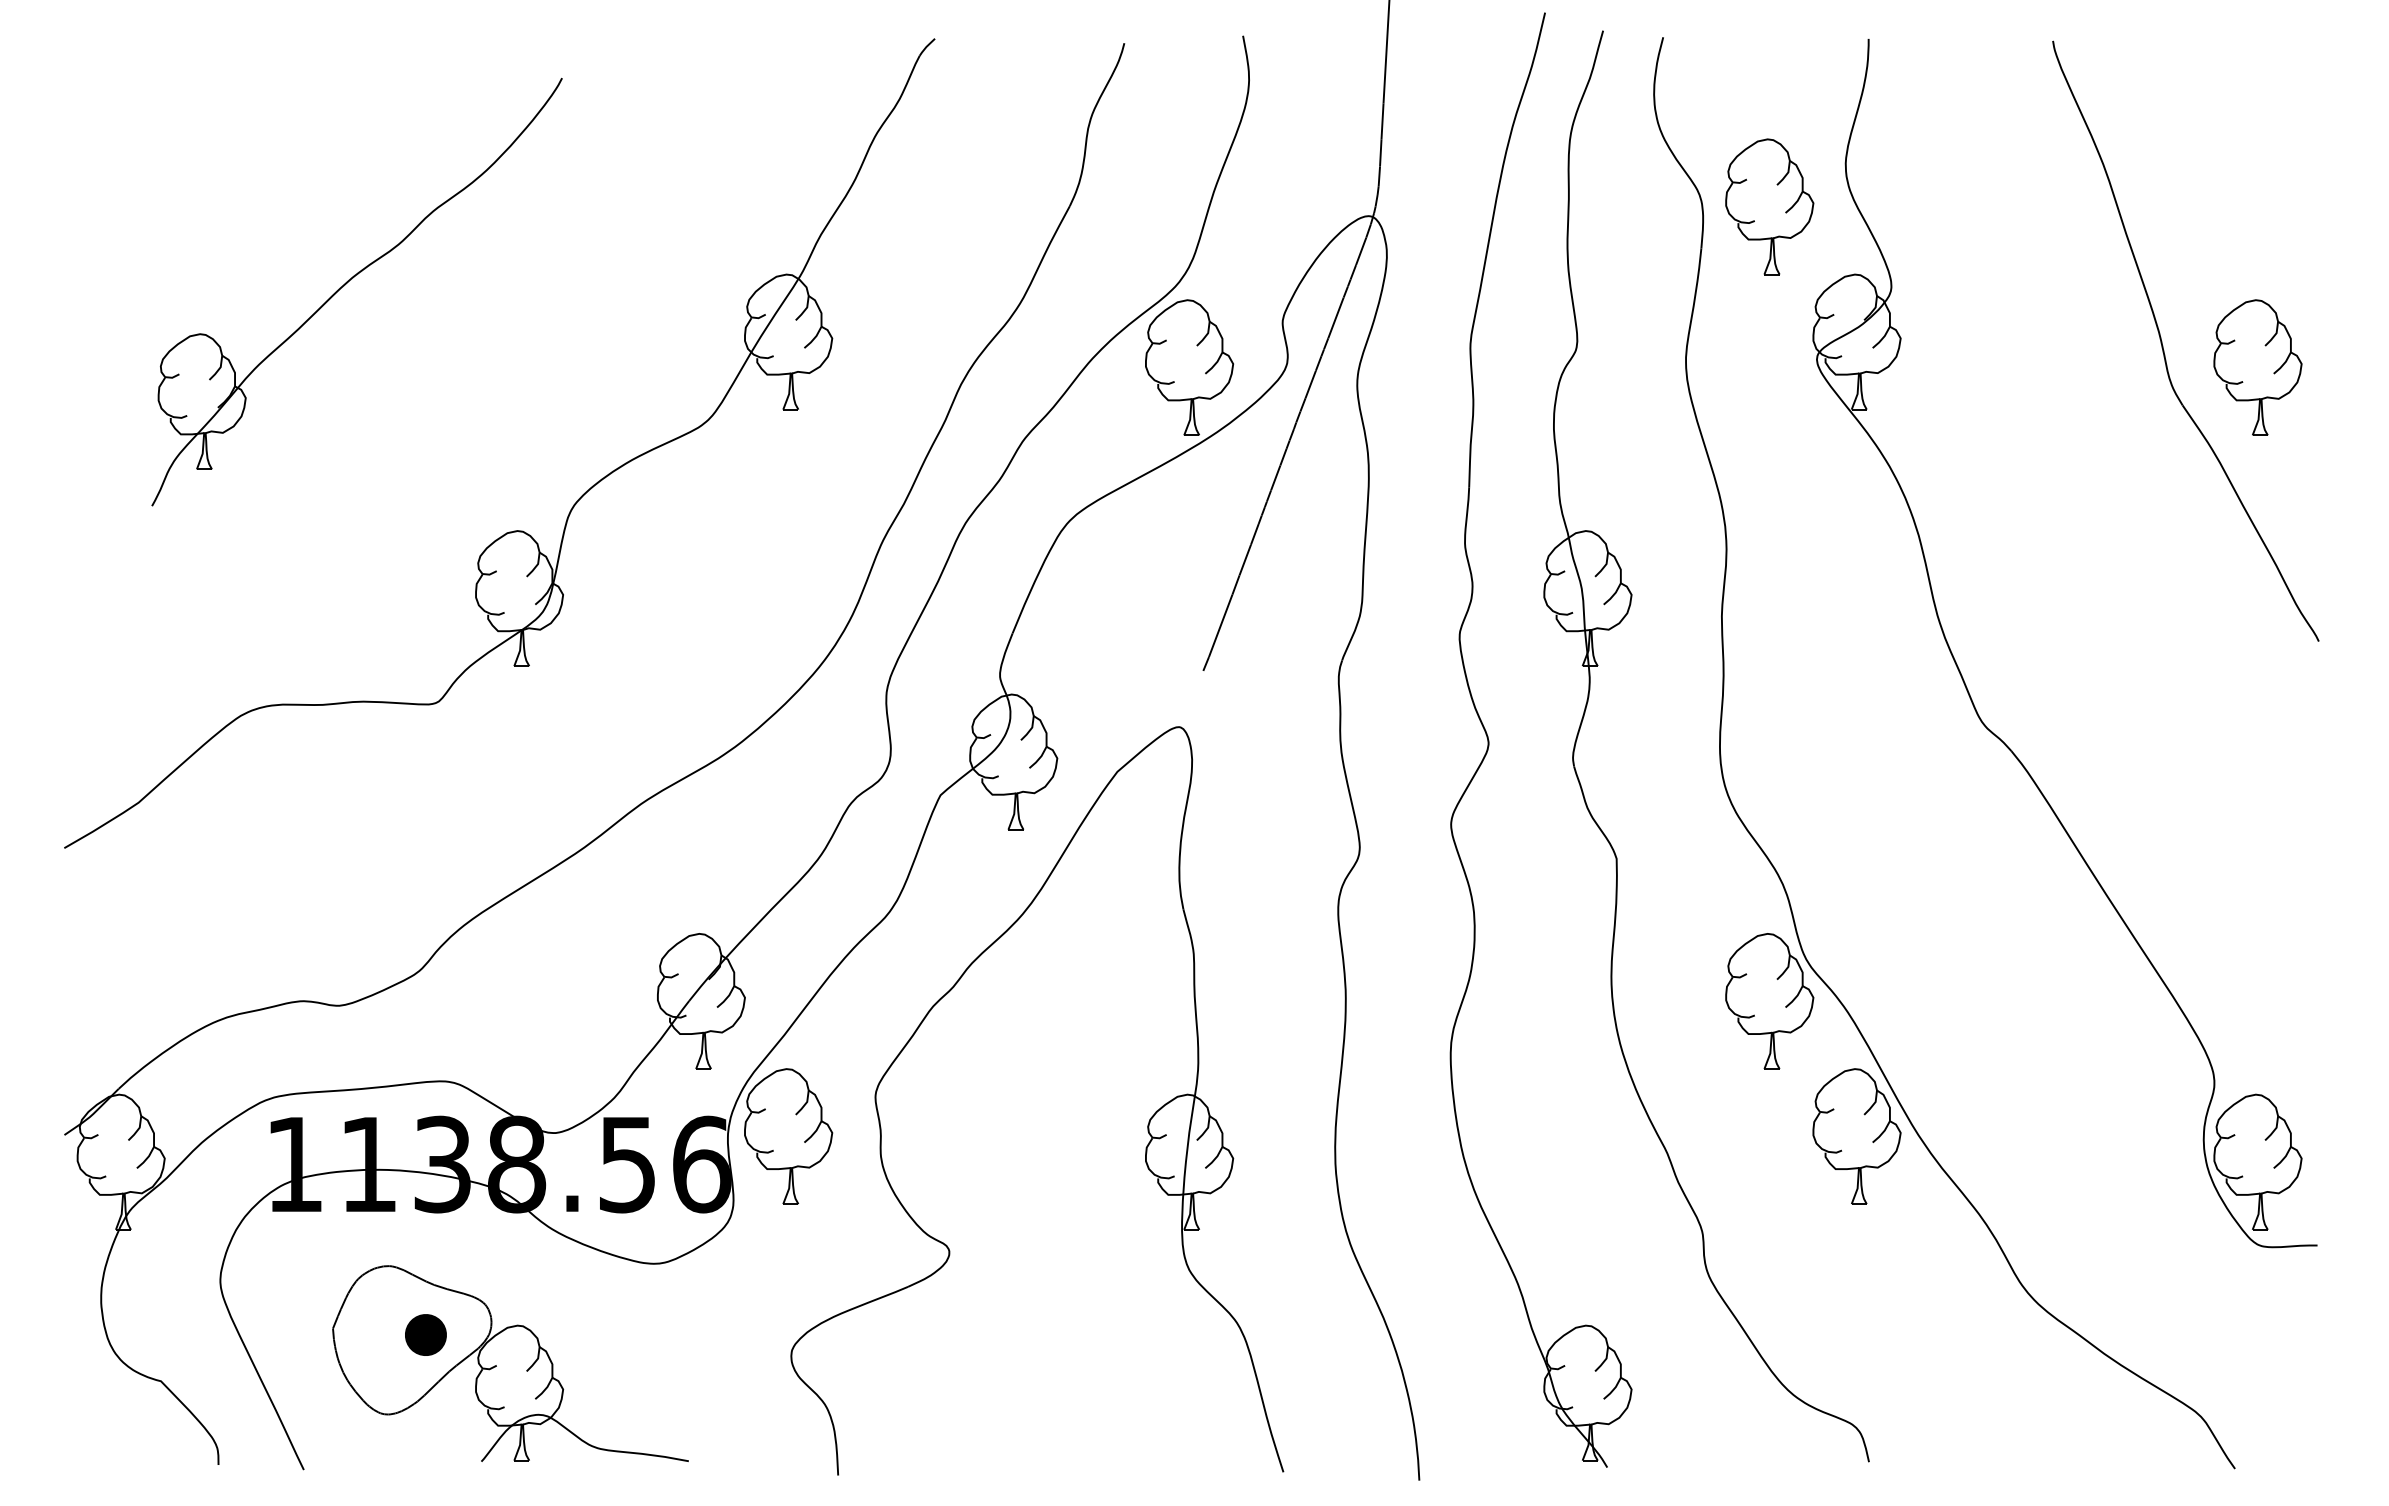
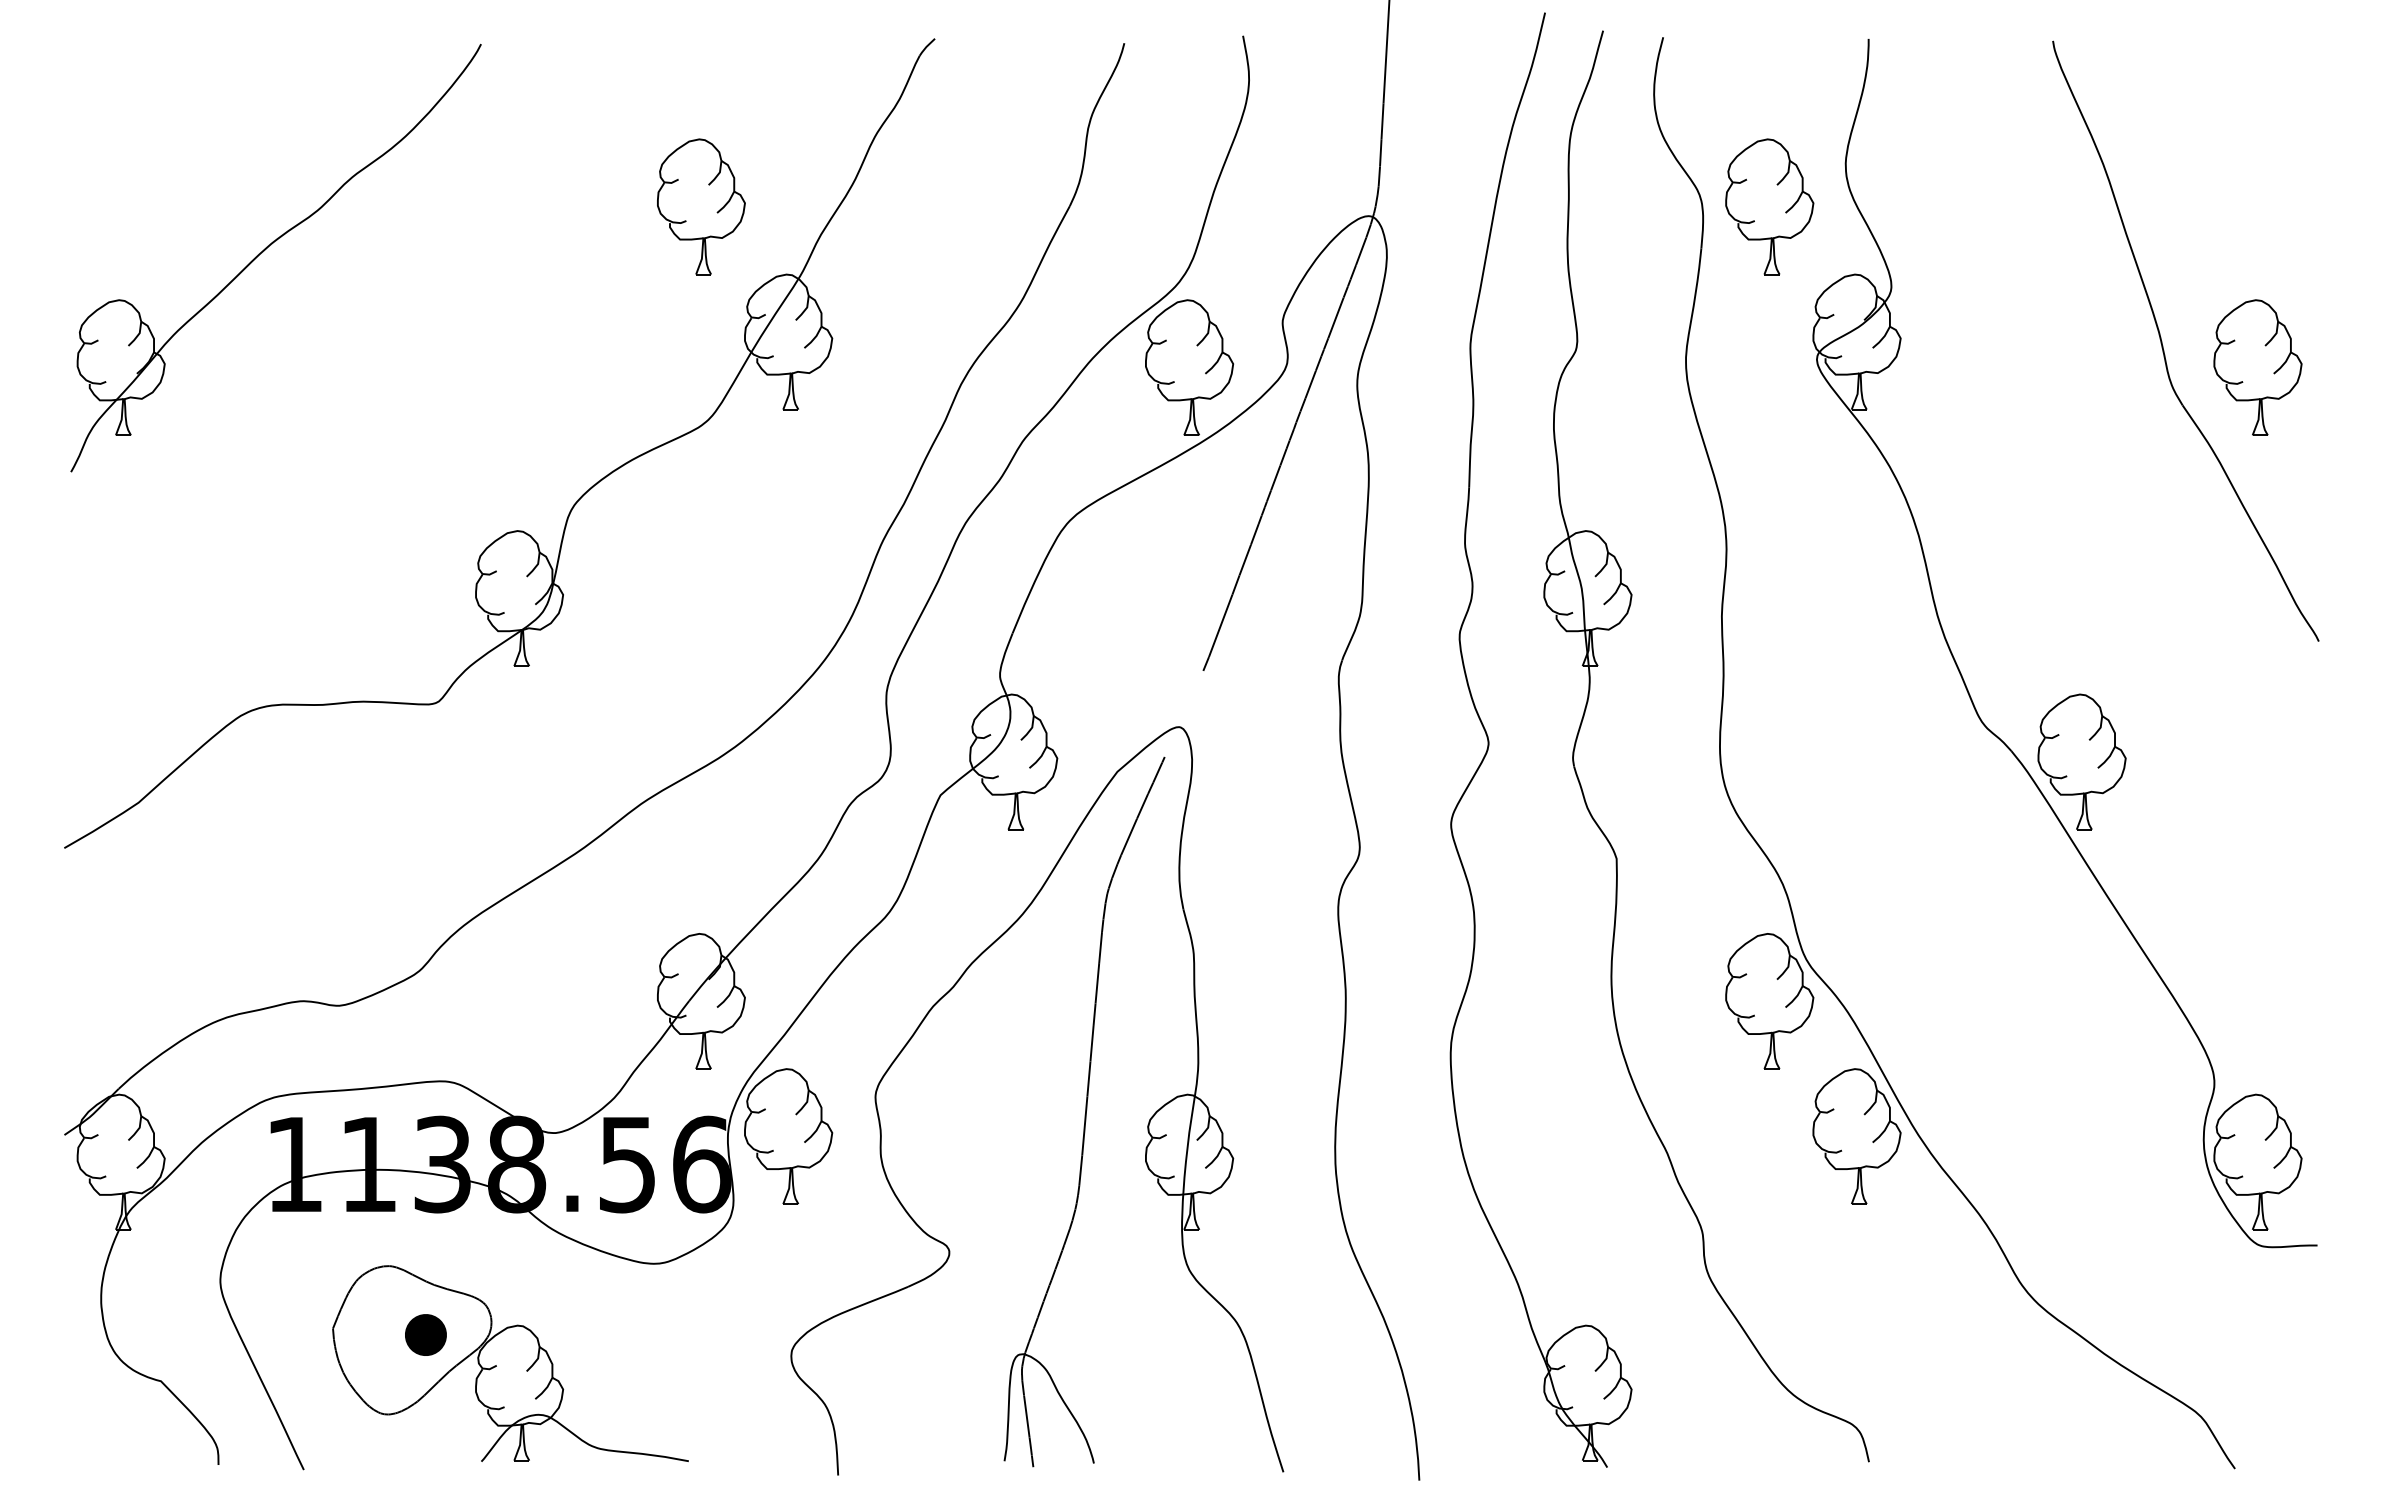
part at (701, 206): none -> present
part at (348, 282) position: (348, 282) -> (267, 248)
part at (2081, 761): none -> present
part at (1084, 1111): none -> present
